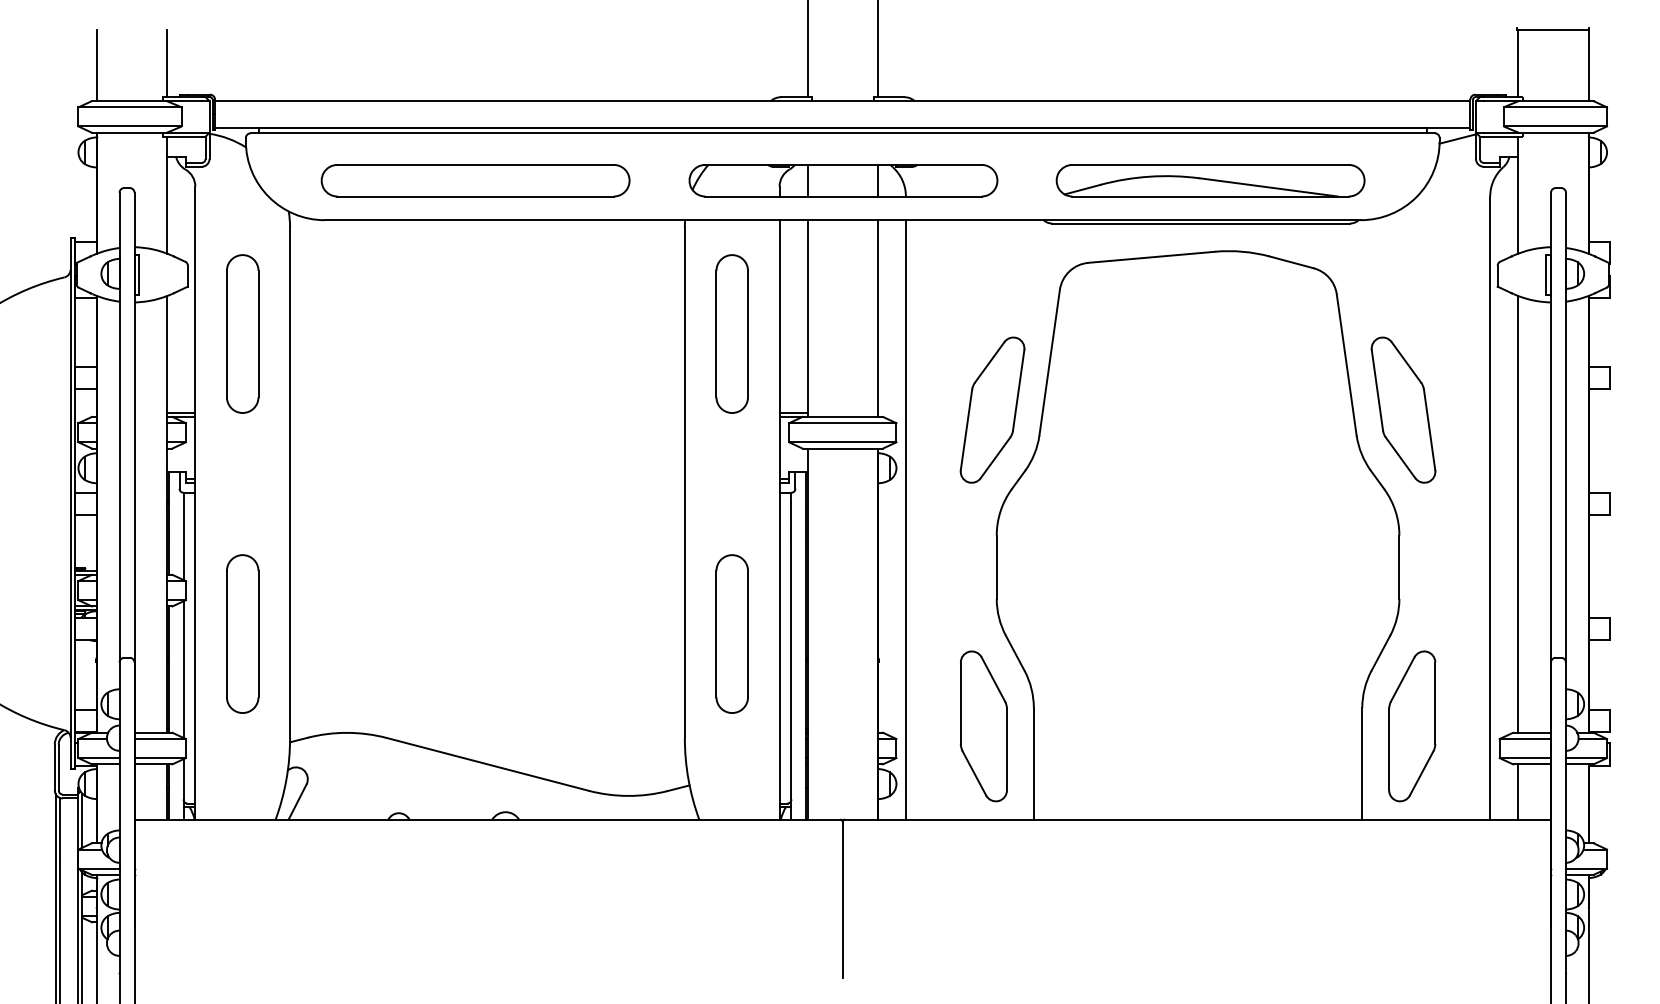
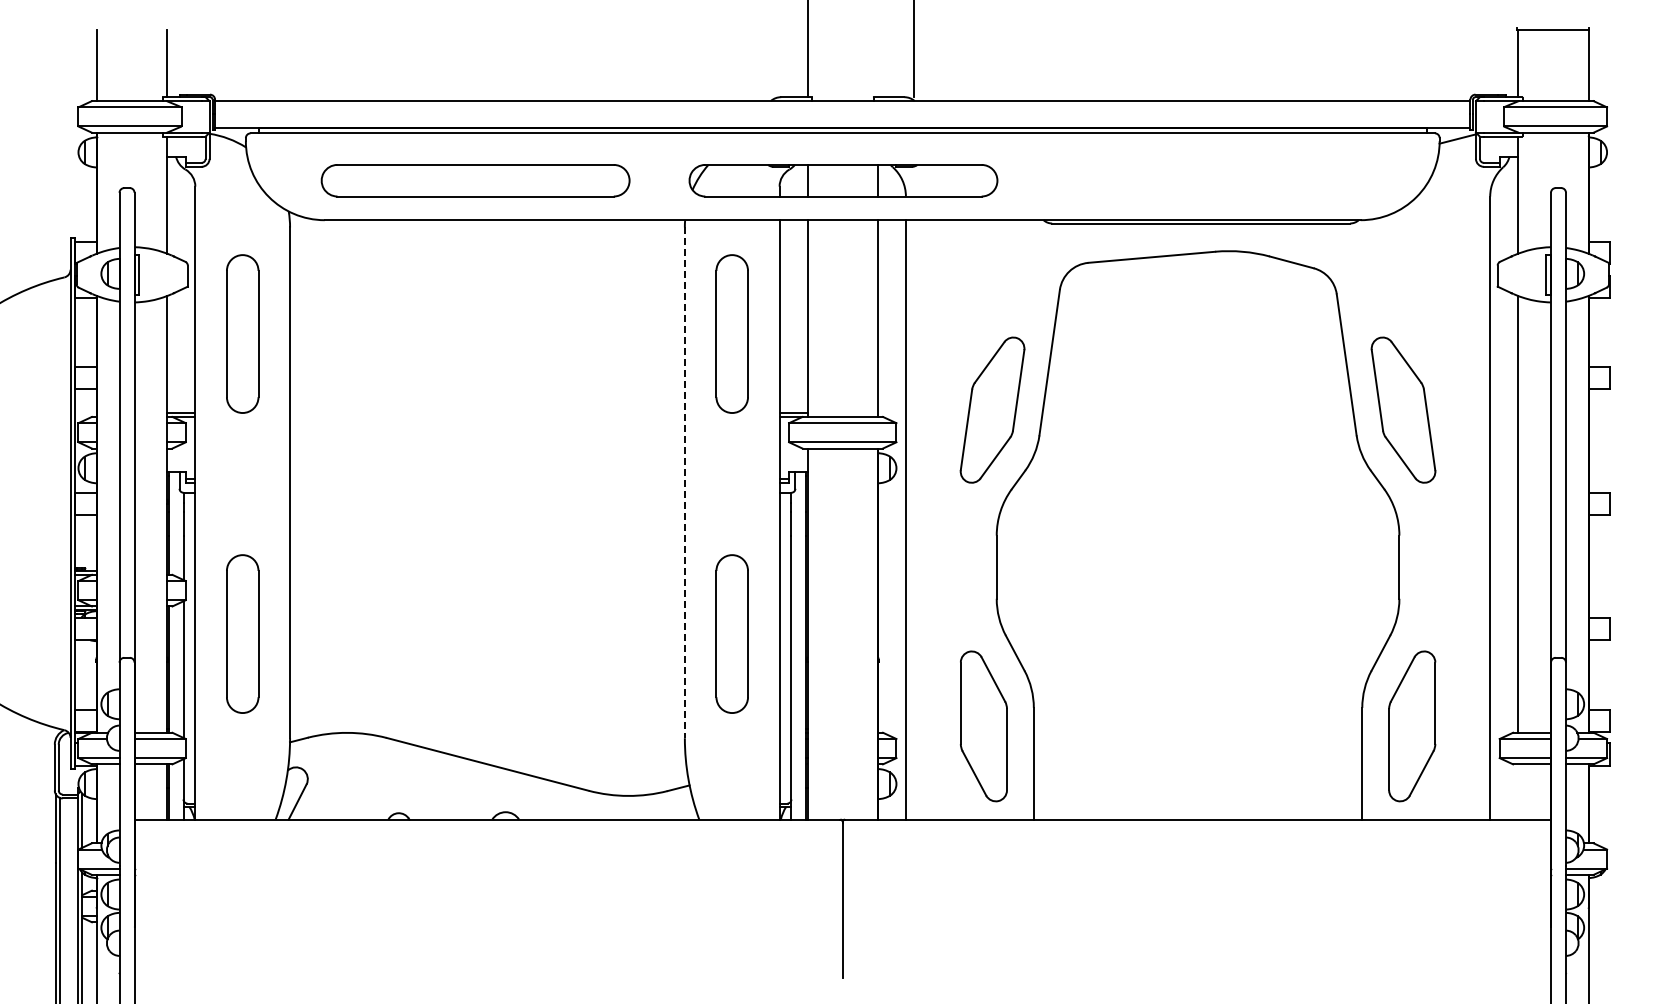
line at (877, 49) position: (877, 49) -> (913, 49)
part at (1210, 180): present -> none
line at (684, 483): solid -> dashed
line at (1518, 791): present -> none
